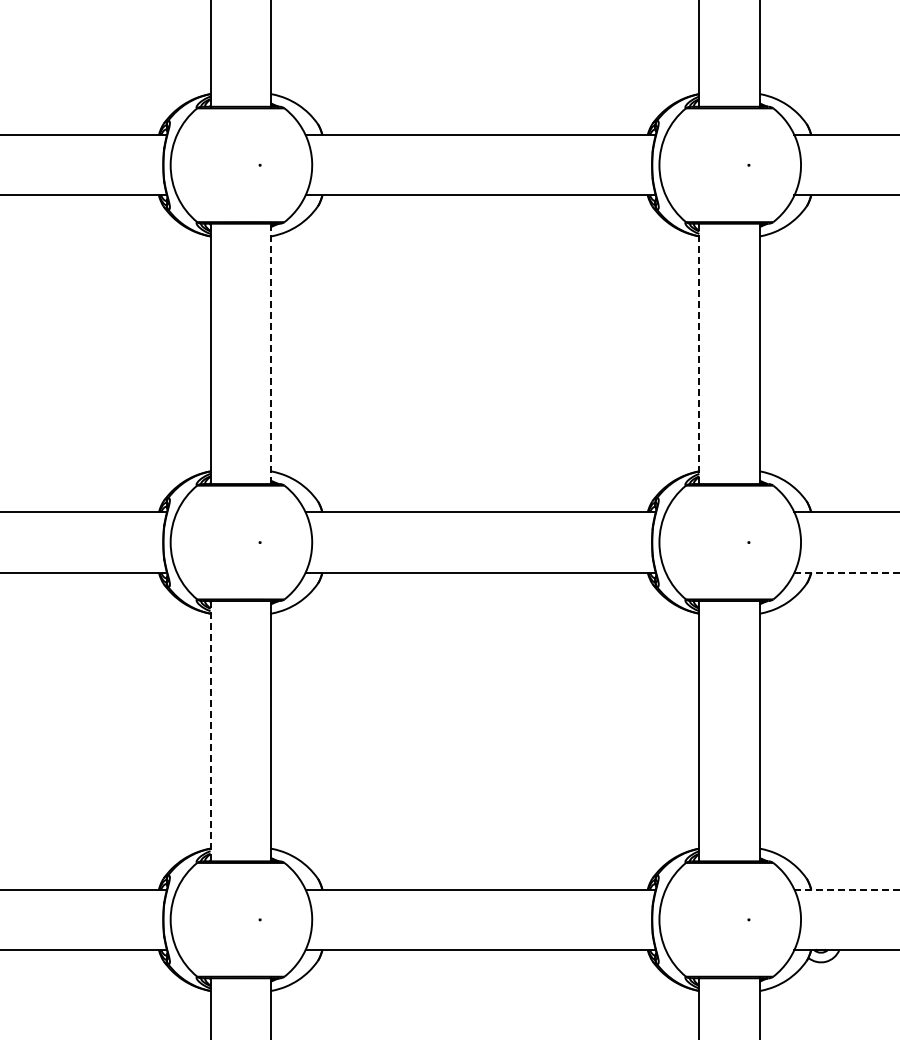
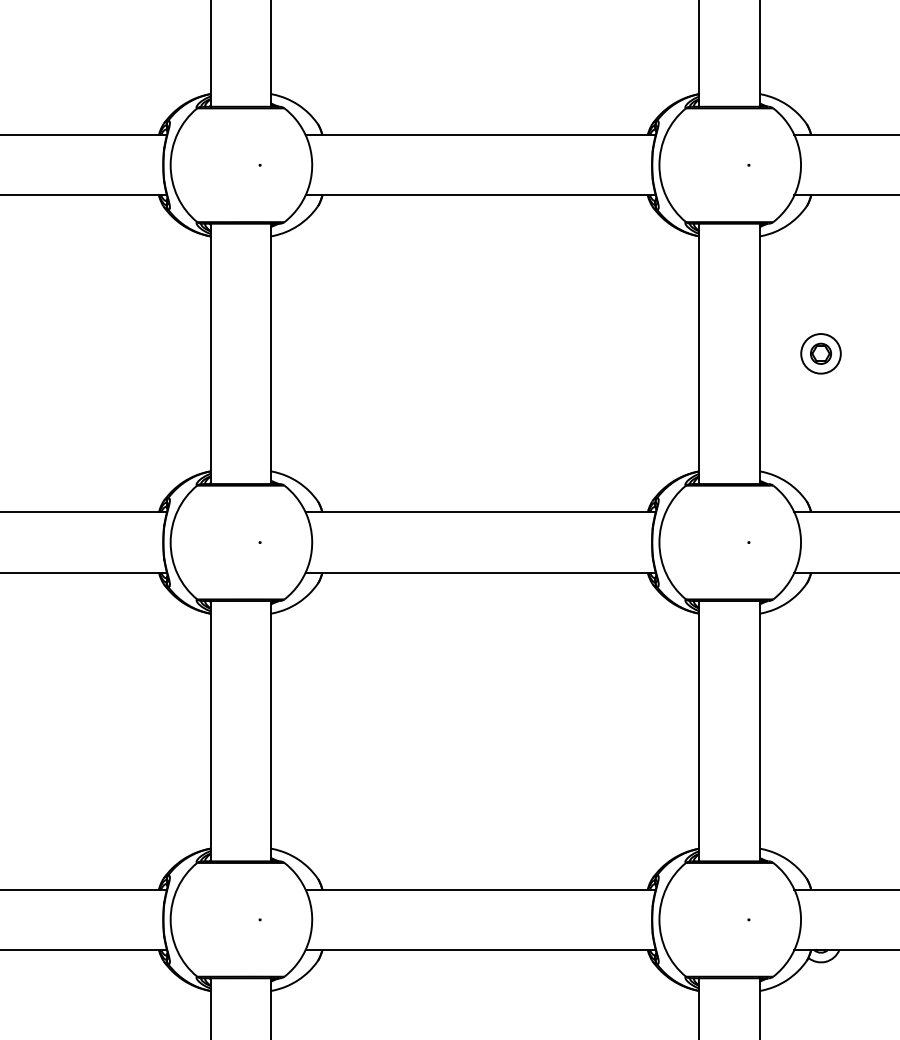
line at (270, 353): dashed -> solid
line at (699, 353): dashed -> solid
part at (820, 353): none -> present
line at (847, 572): dashed -> solid
line at (210, 730): dashed -> solid
line at (847, 889): dashed -> solid
